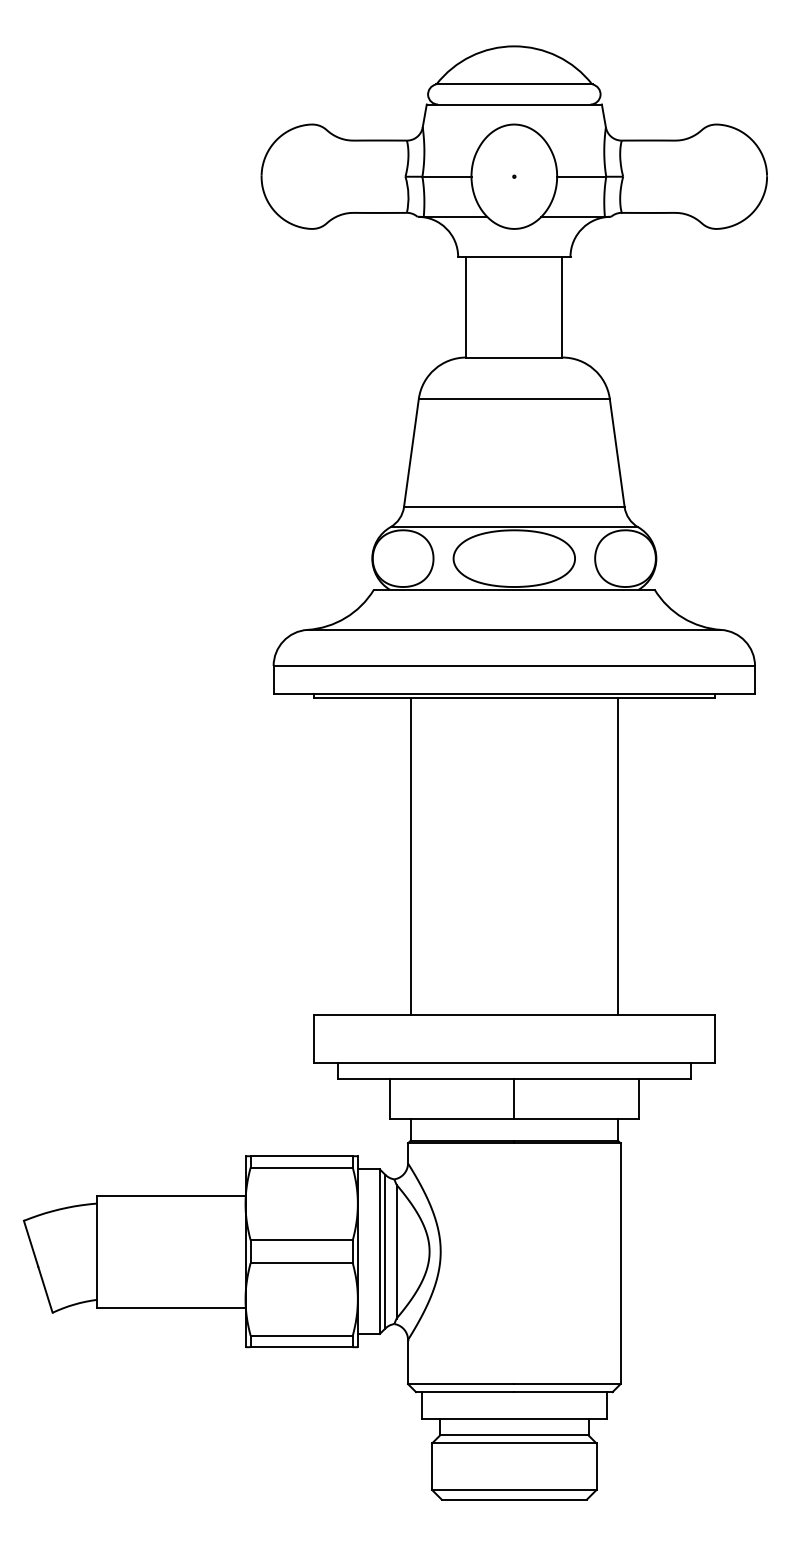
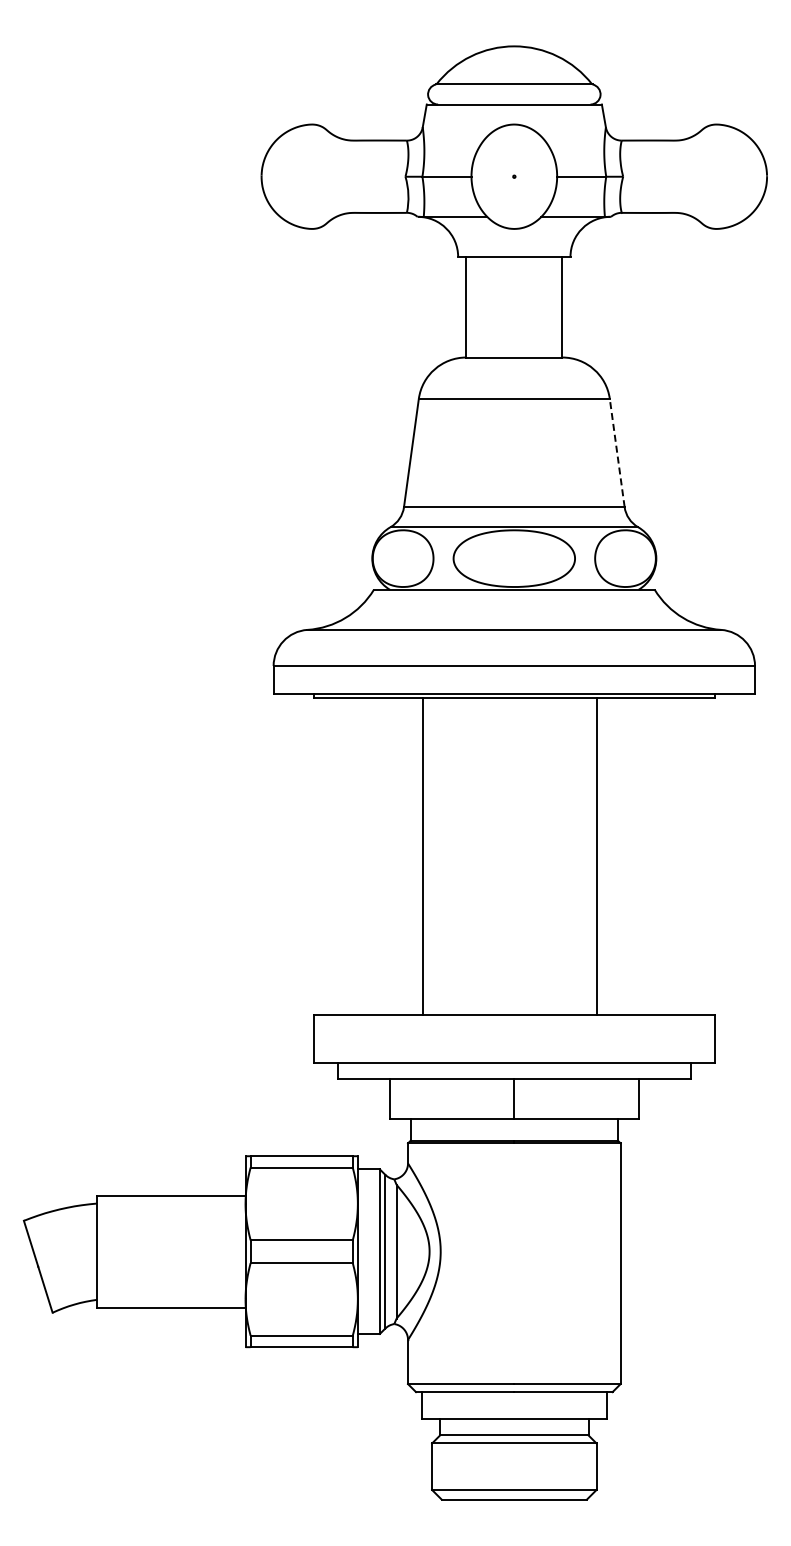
line at (617, 452): solid -> dashed
line at (410, 856) position: (410, 856) -> (422, 856)
line at (617, 856) position: (617, 856) -> (596, 856)
